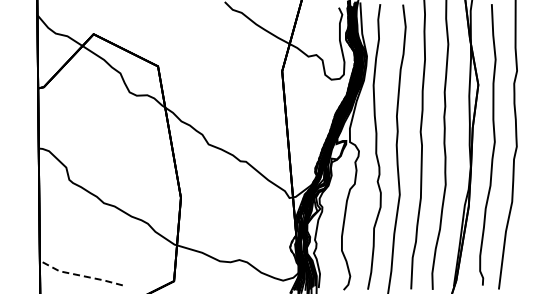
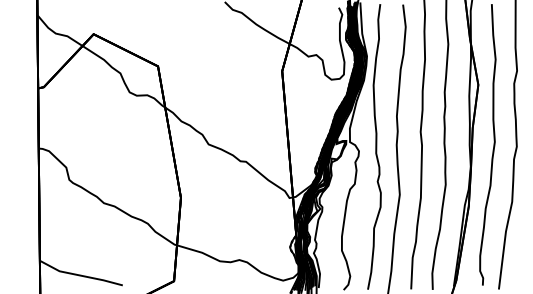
line at (80, 275): dashed -> solid
